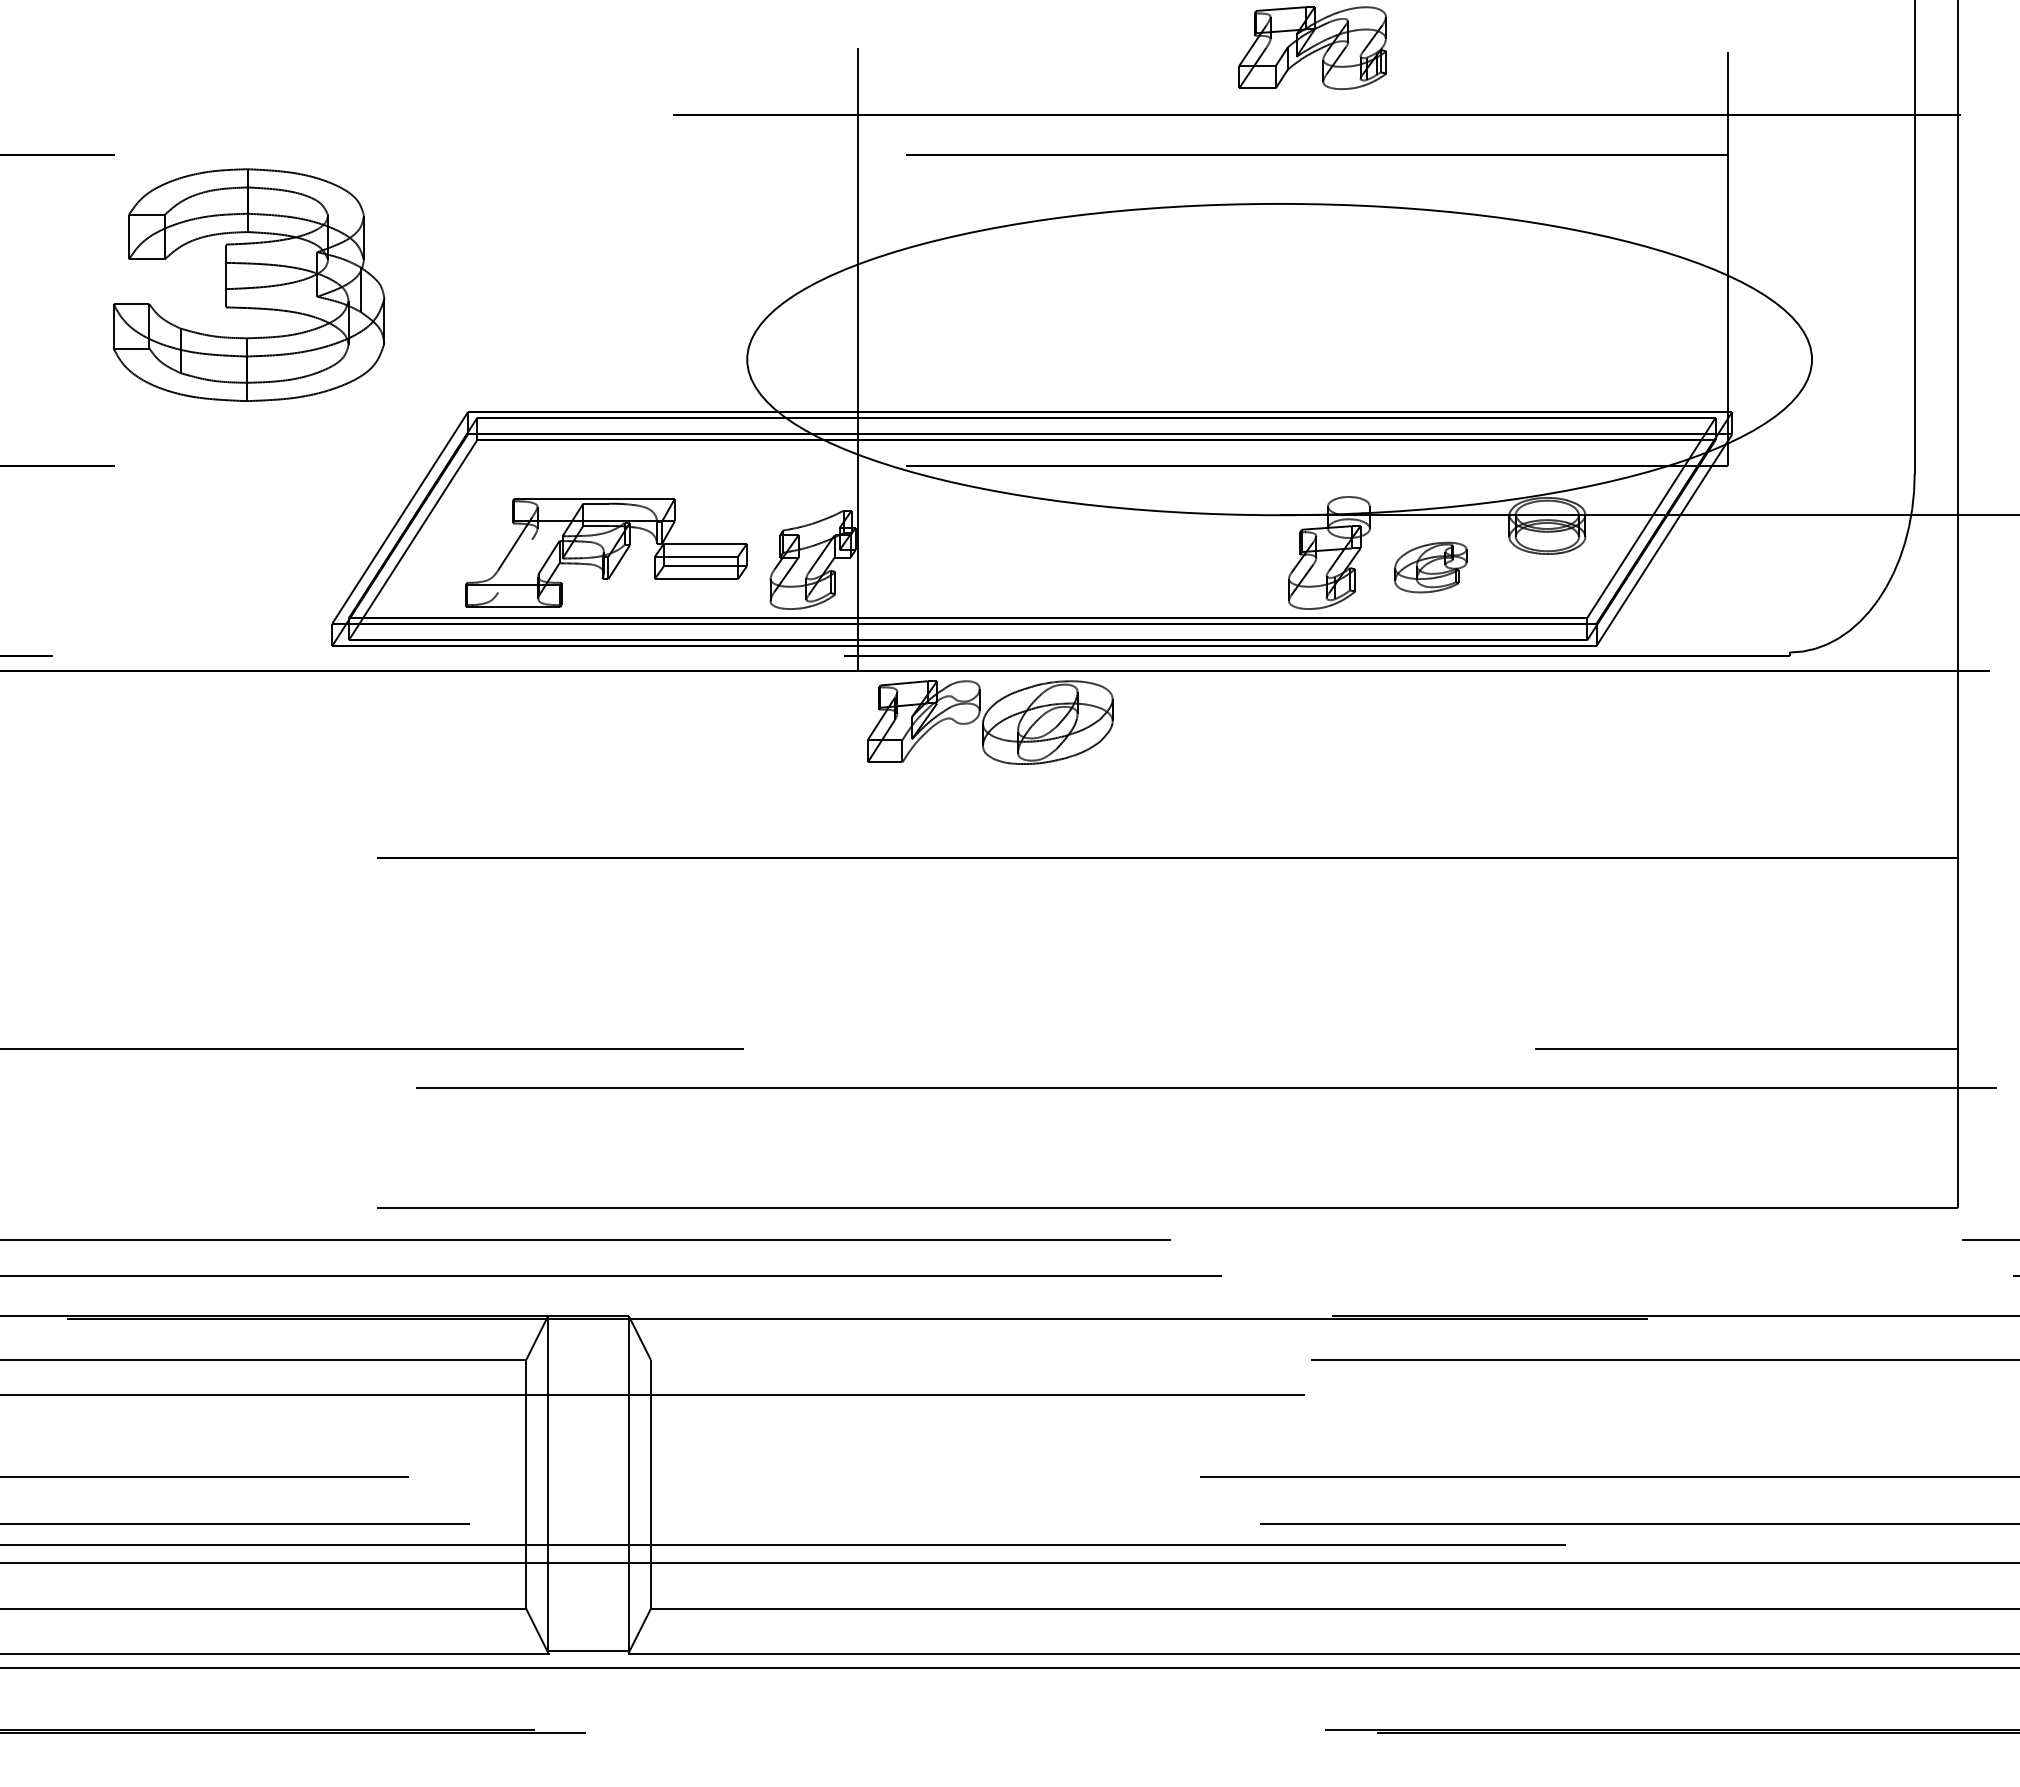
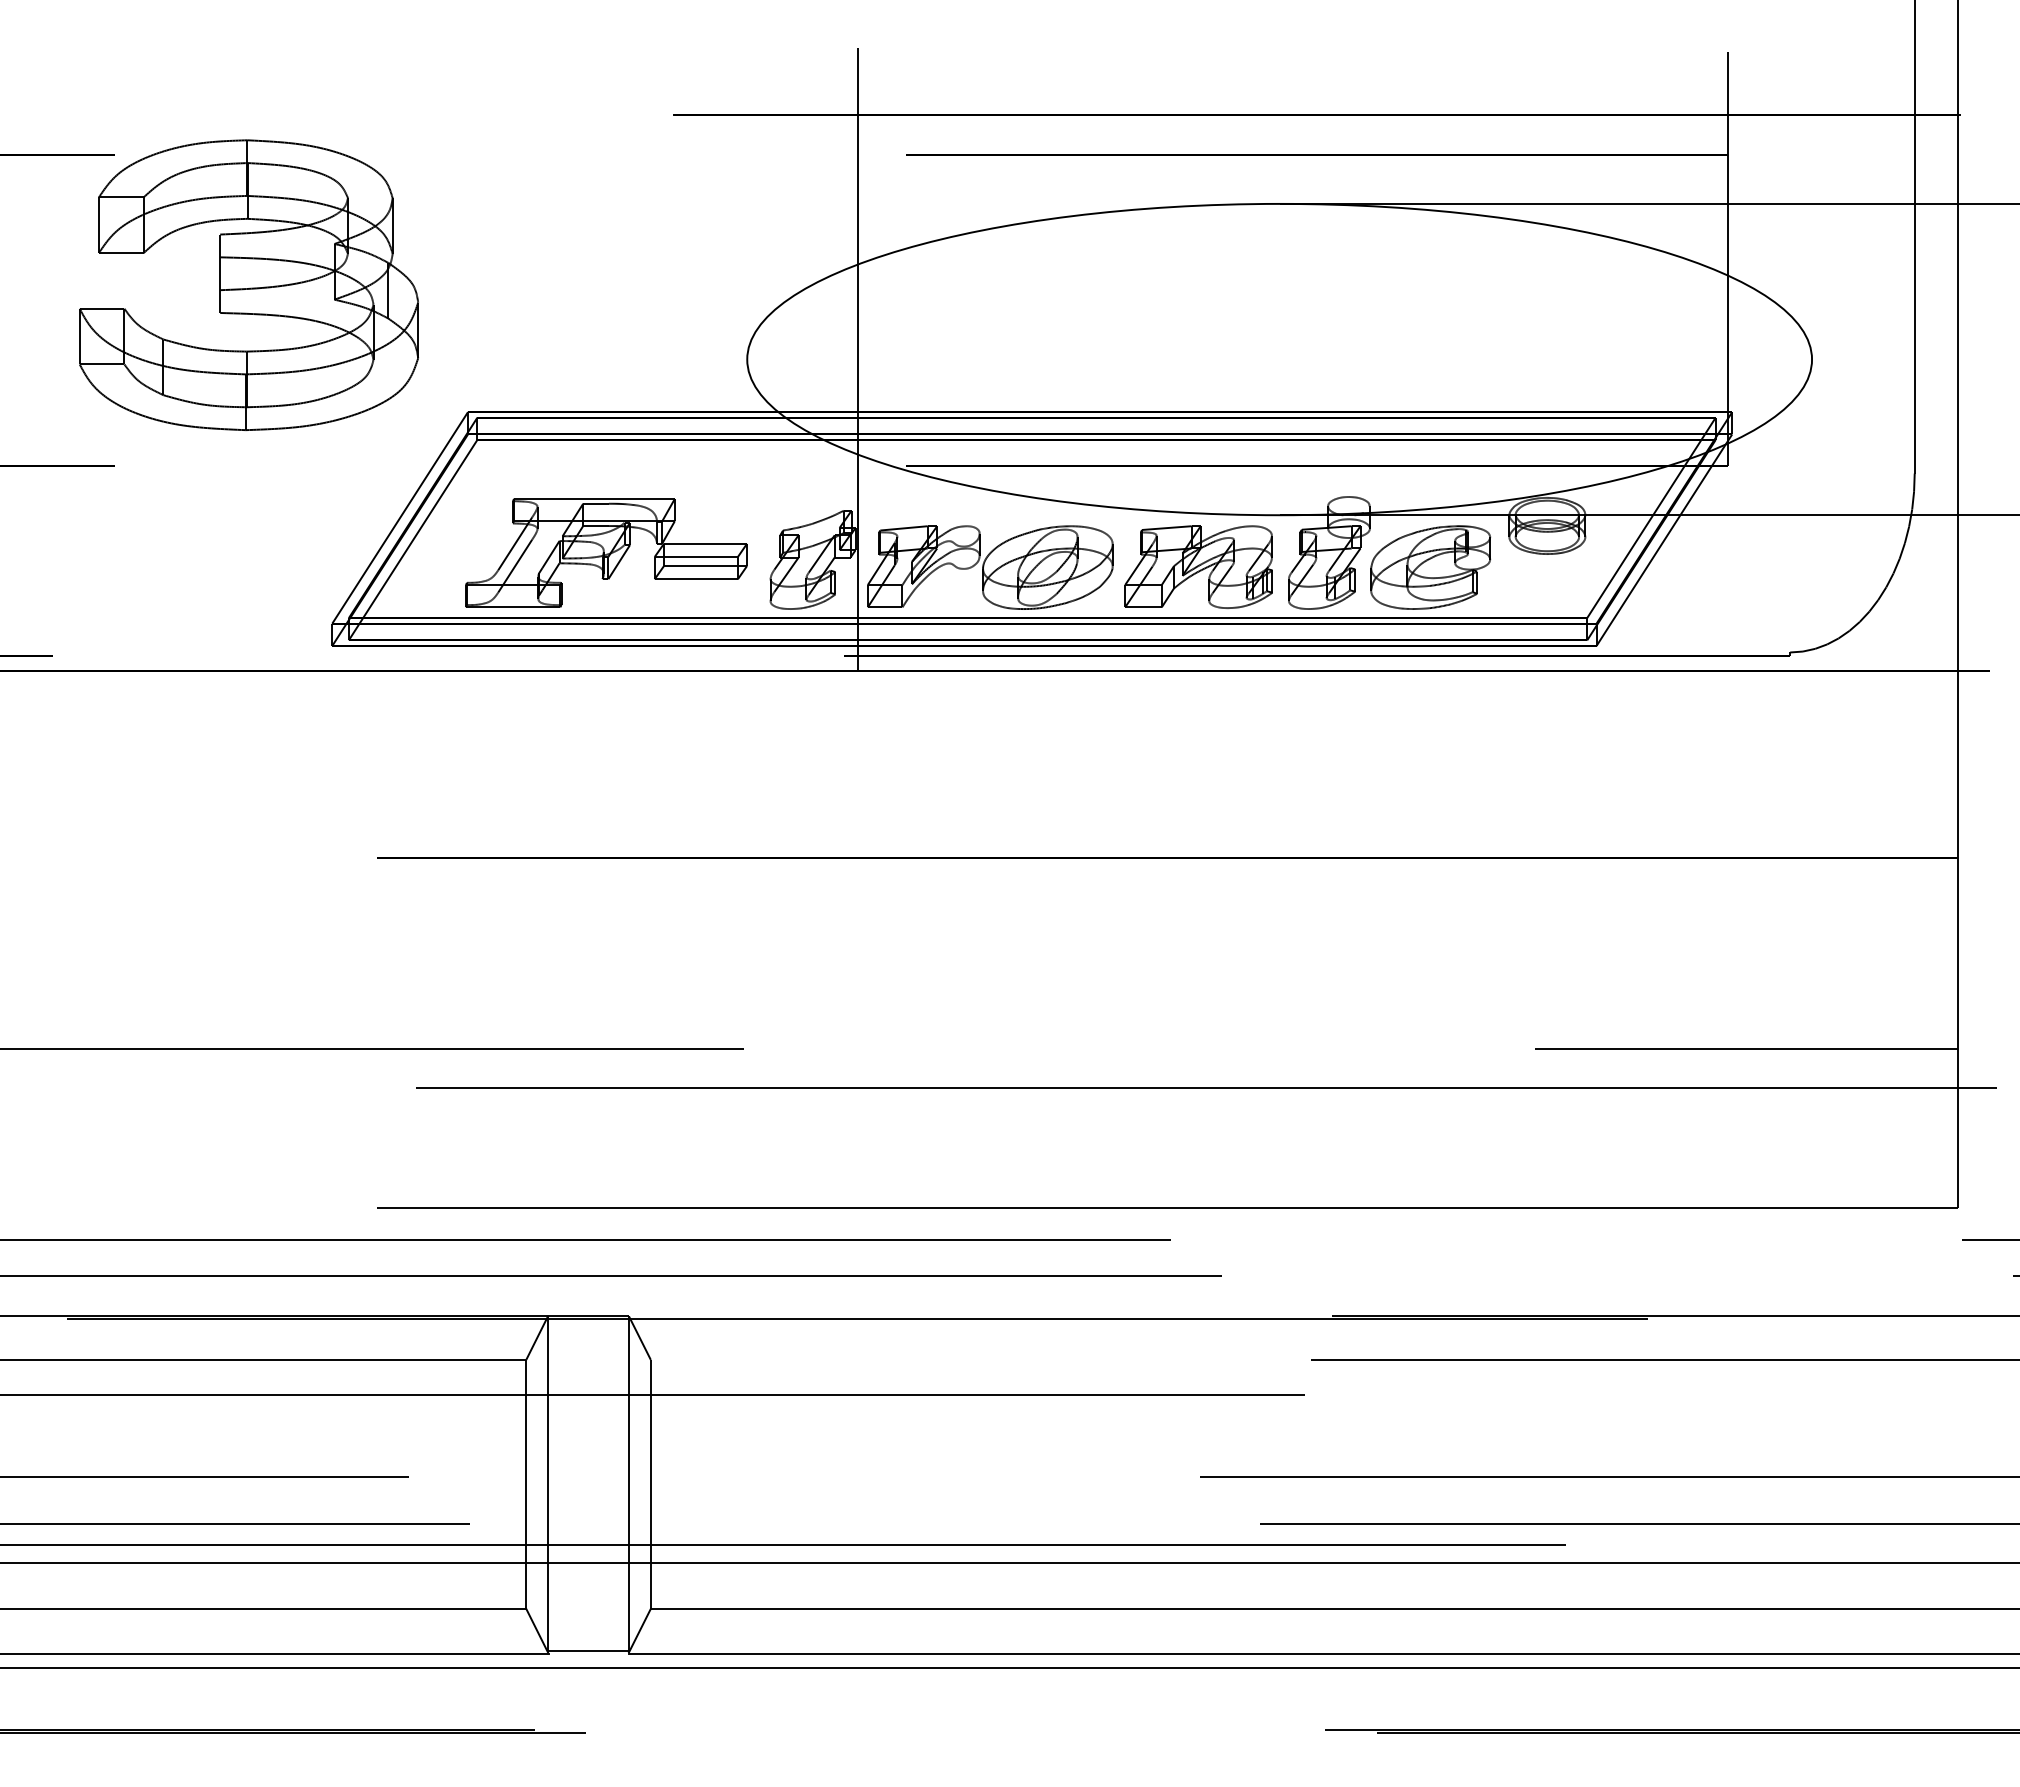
part at (1312, 47) position: (1312, 47) -> (1198, 566)
line at (1647, 203): none -> present
part at (249, 284) size: 273x234 px -> 340x292 px
line at (515, 565): none -> present
part at (1430, 567) size: 74x53 px -> 122x85 px
part at (990, 722) position: (990, 722) -> (990, 567)
